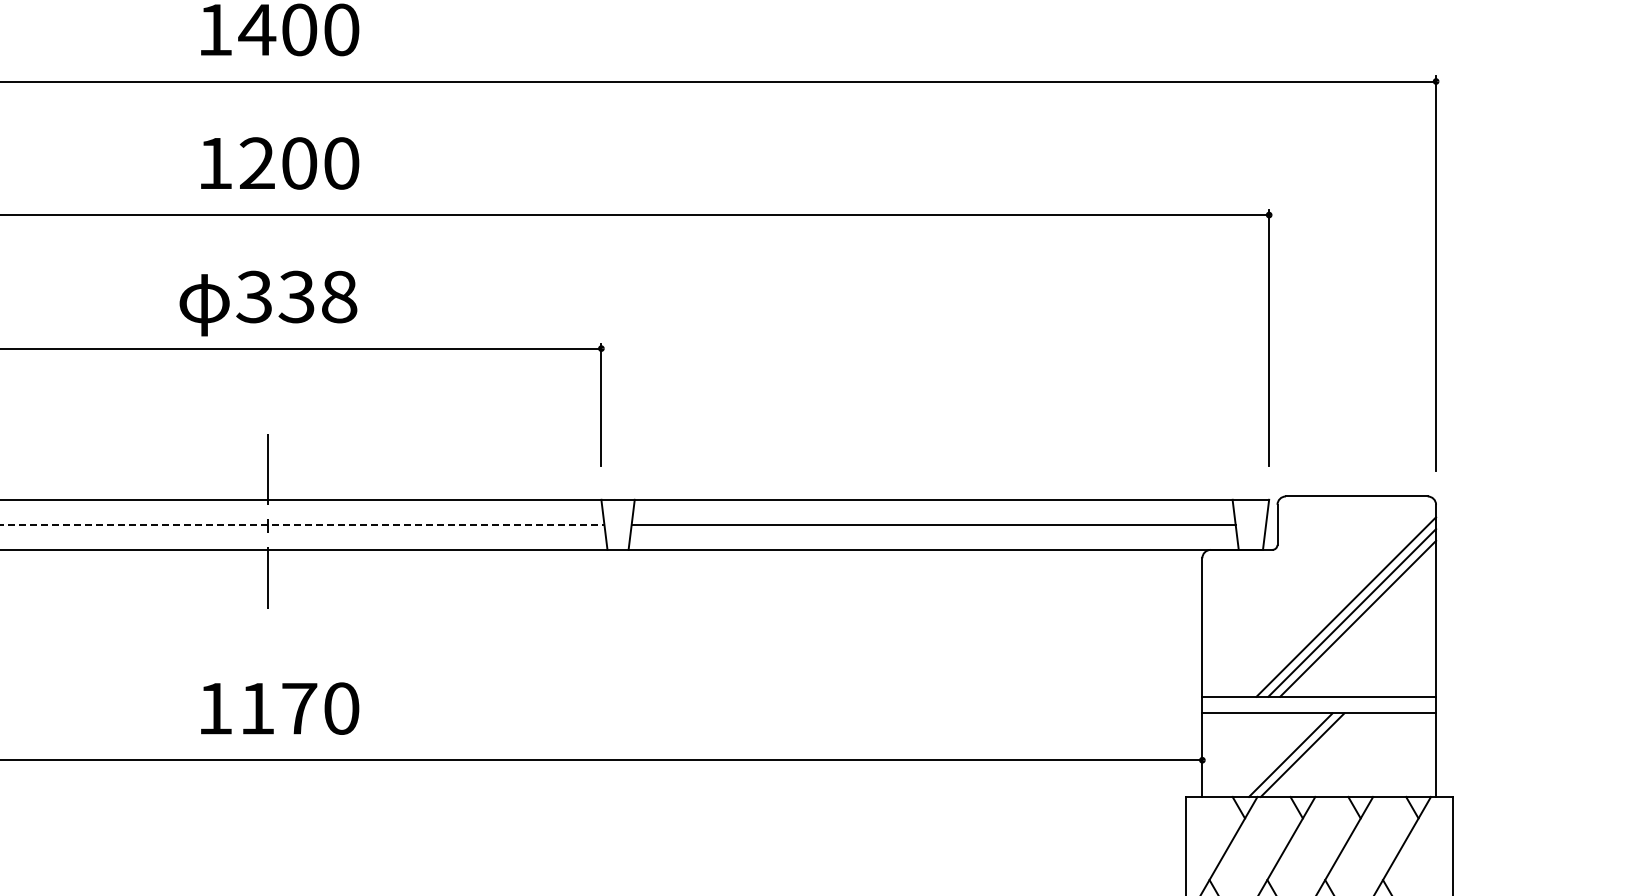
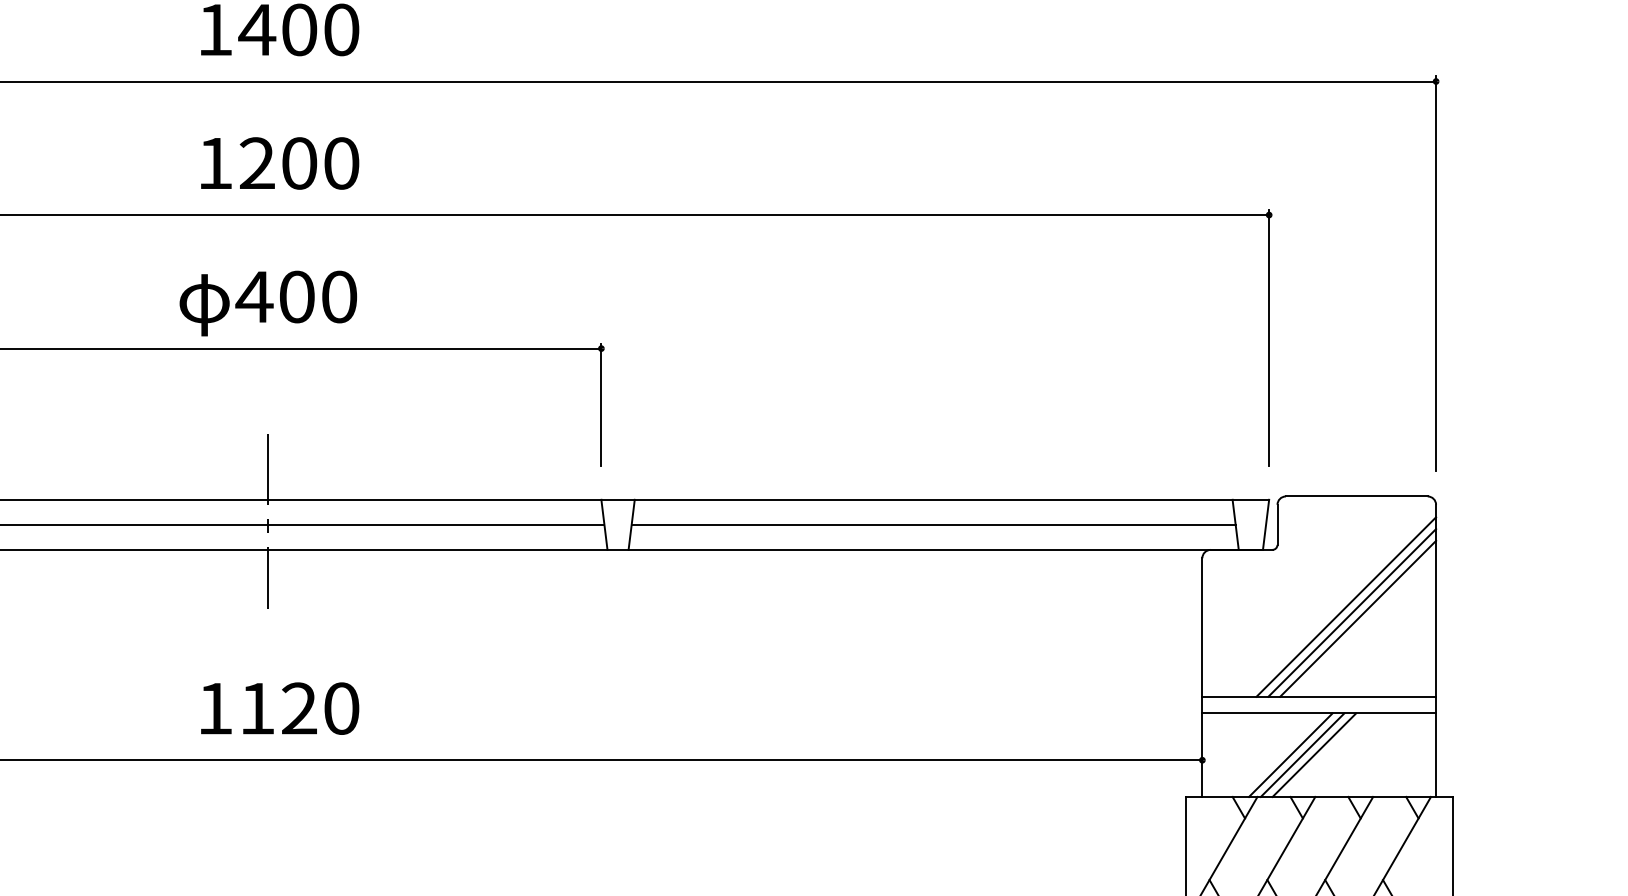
text at (296, 296): 338 -> 400
line at (302, 524): dashed -> solid
text at (299, 708): 1170 -> 1120
line at (1314, 754): none -> present
